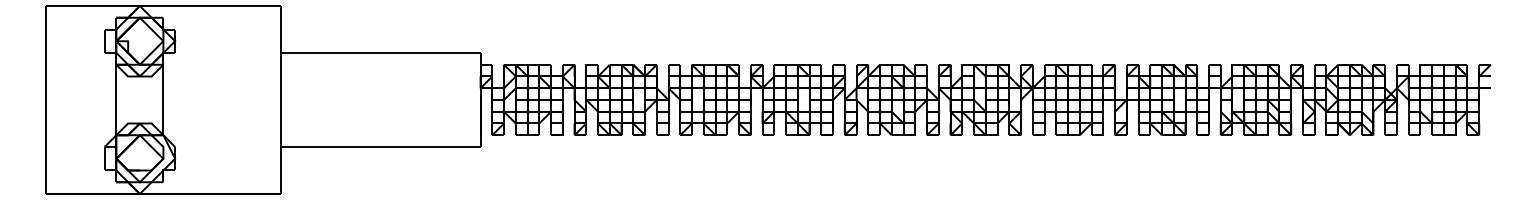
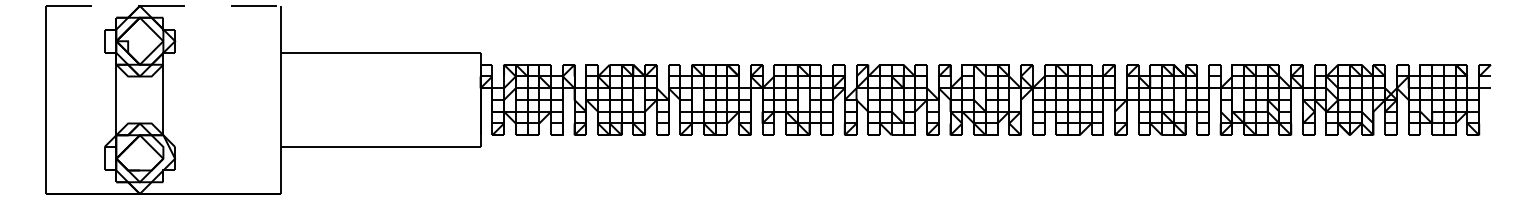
line at (163, 6): solid -> dashed
